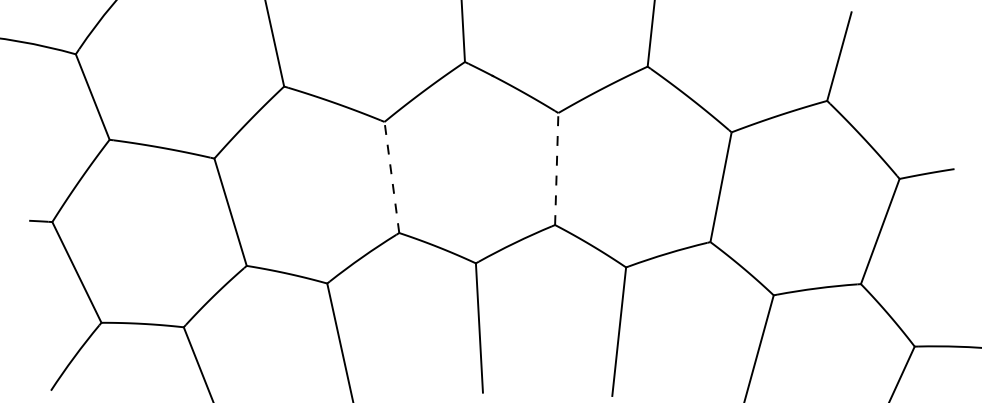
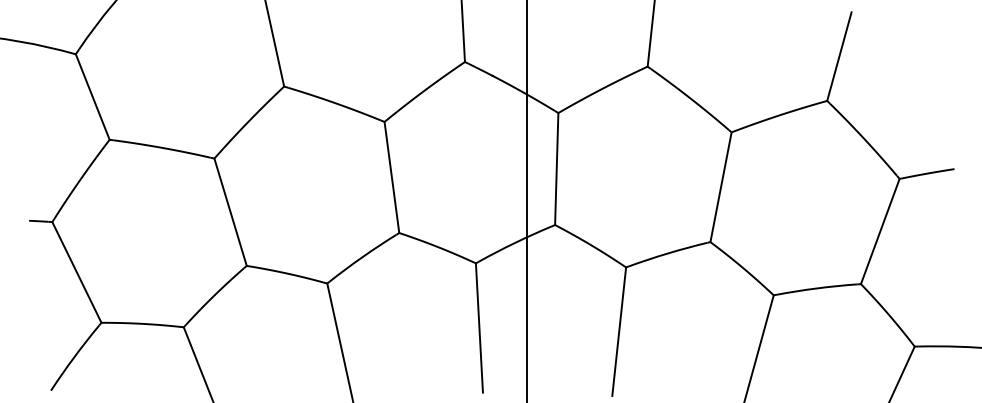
line at (556, 168): dashed -> solid
line at (391, 177): dashed -> solid
line at (526, 200): none -> present
